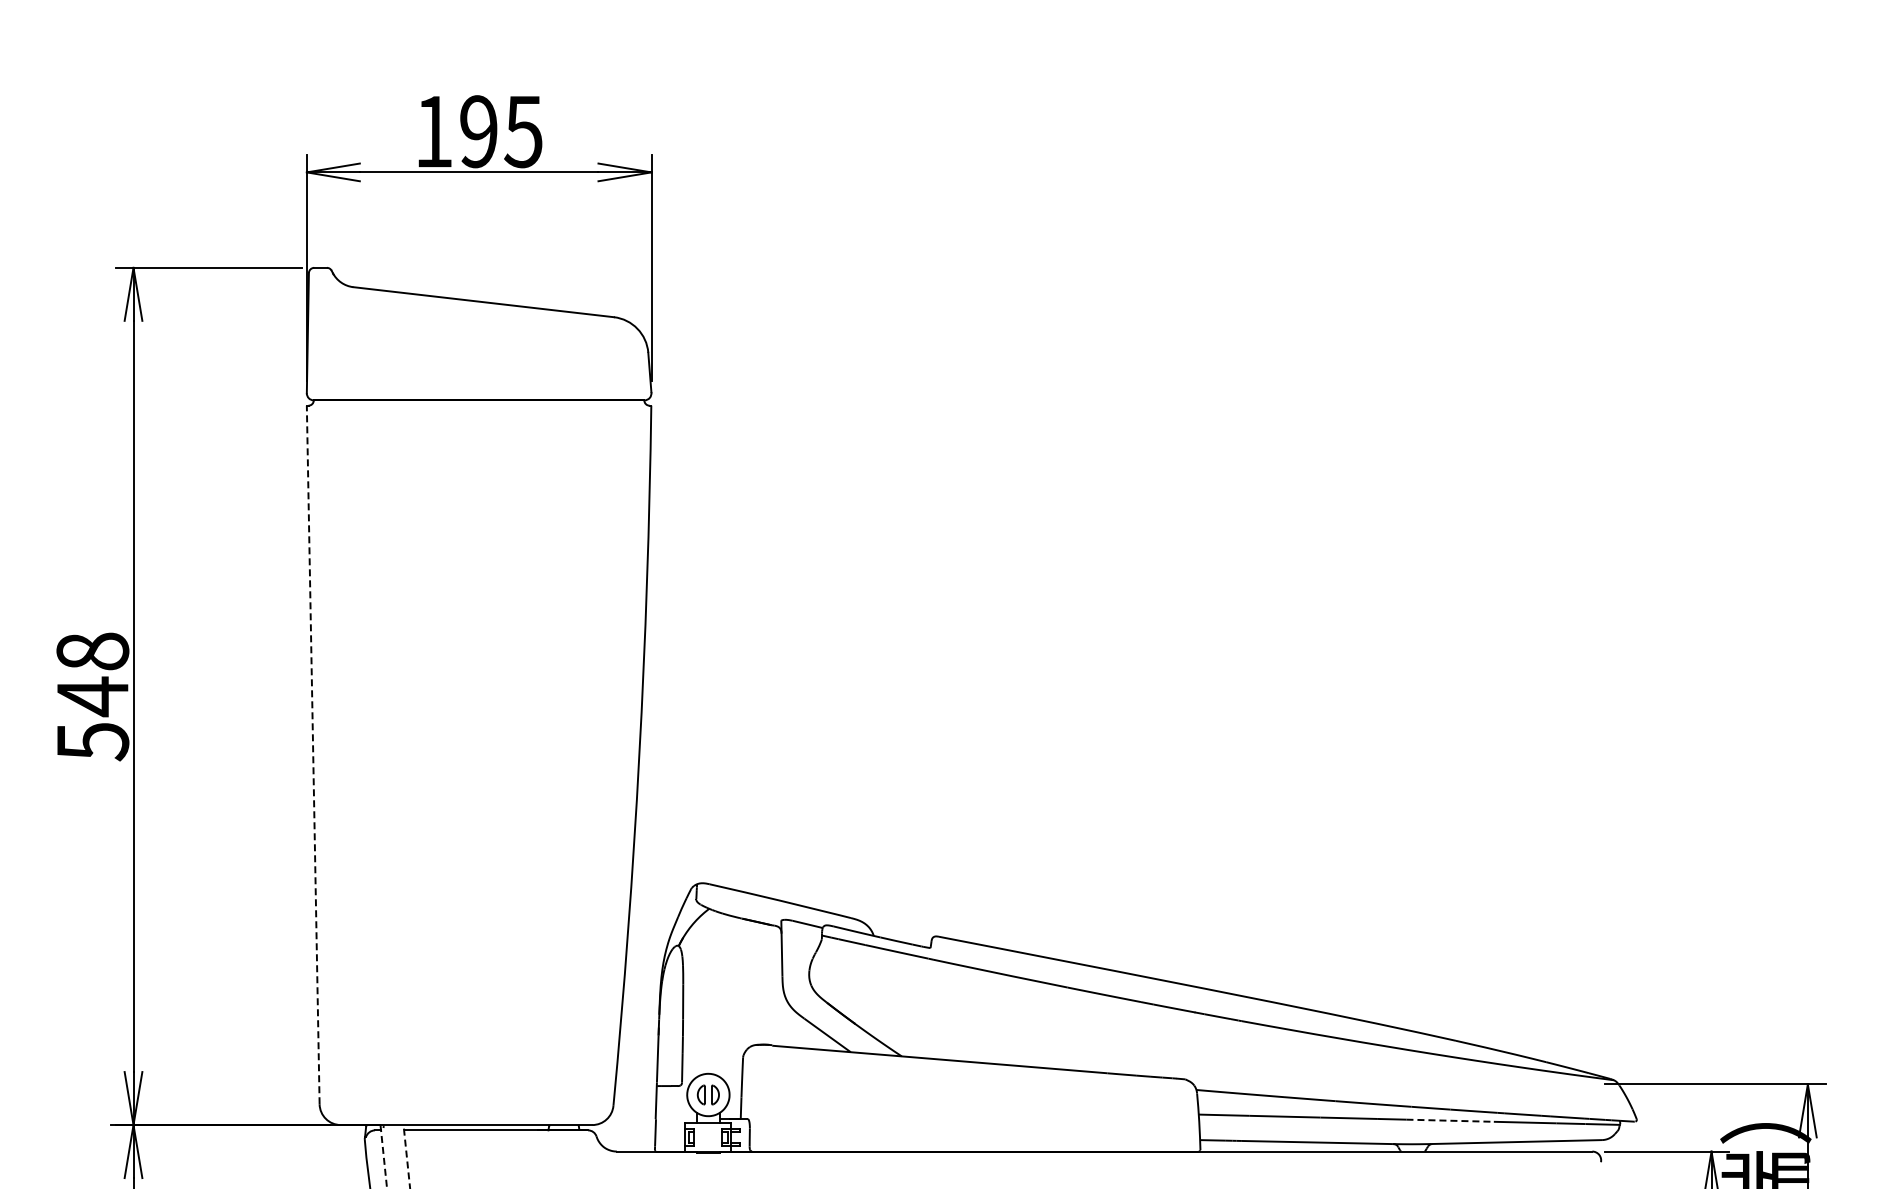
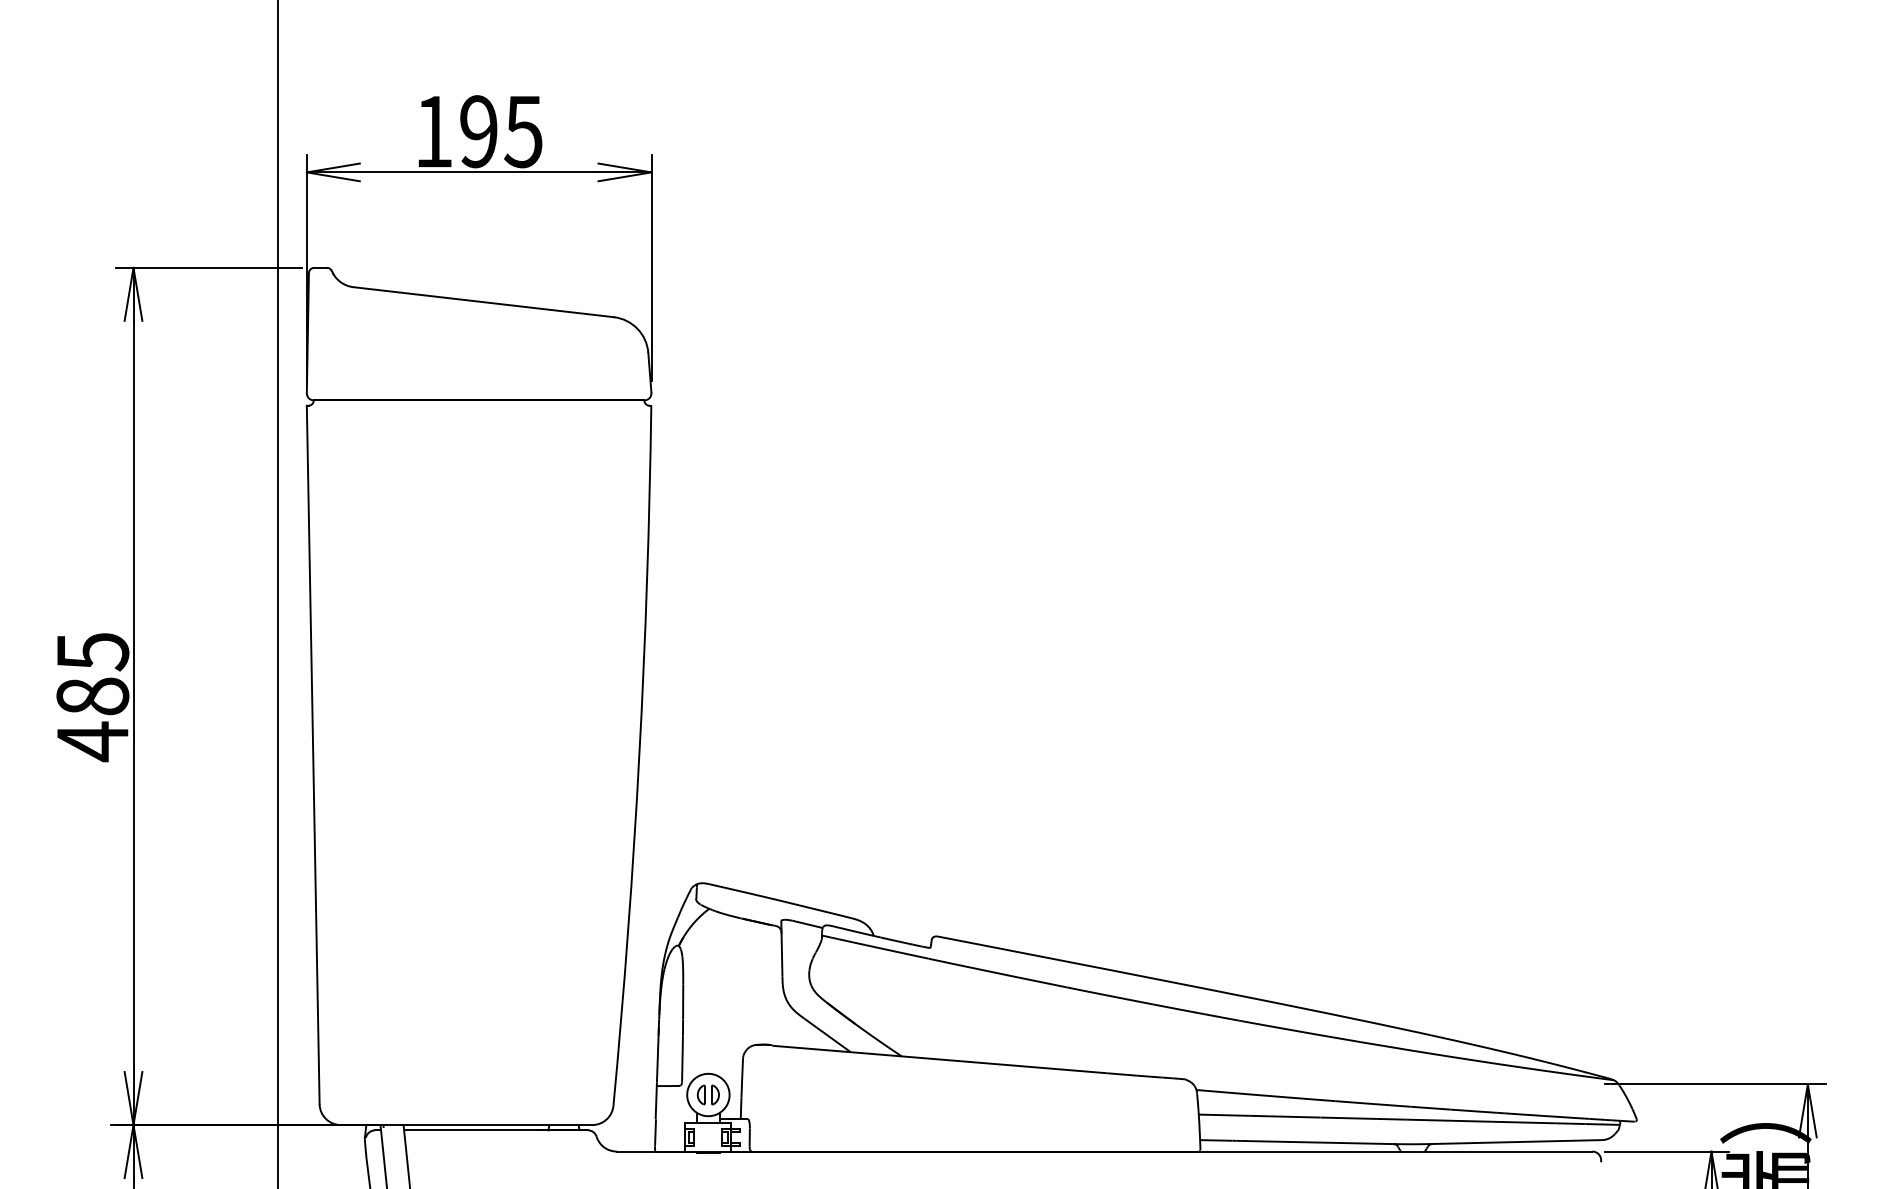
line at (277, 593): none -> present
text at (92, 697): 548 -> 485
line at (313, 754): dashed -> solid
line at (1450, 1120): dashed -> solid
line at (383, 1156): dashed -> solid
line at (406, 1156): dashed -> solid
